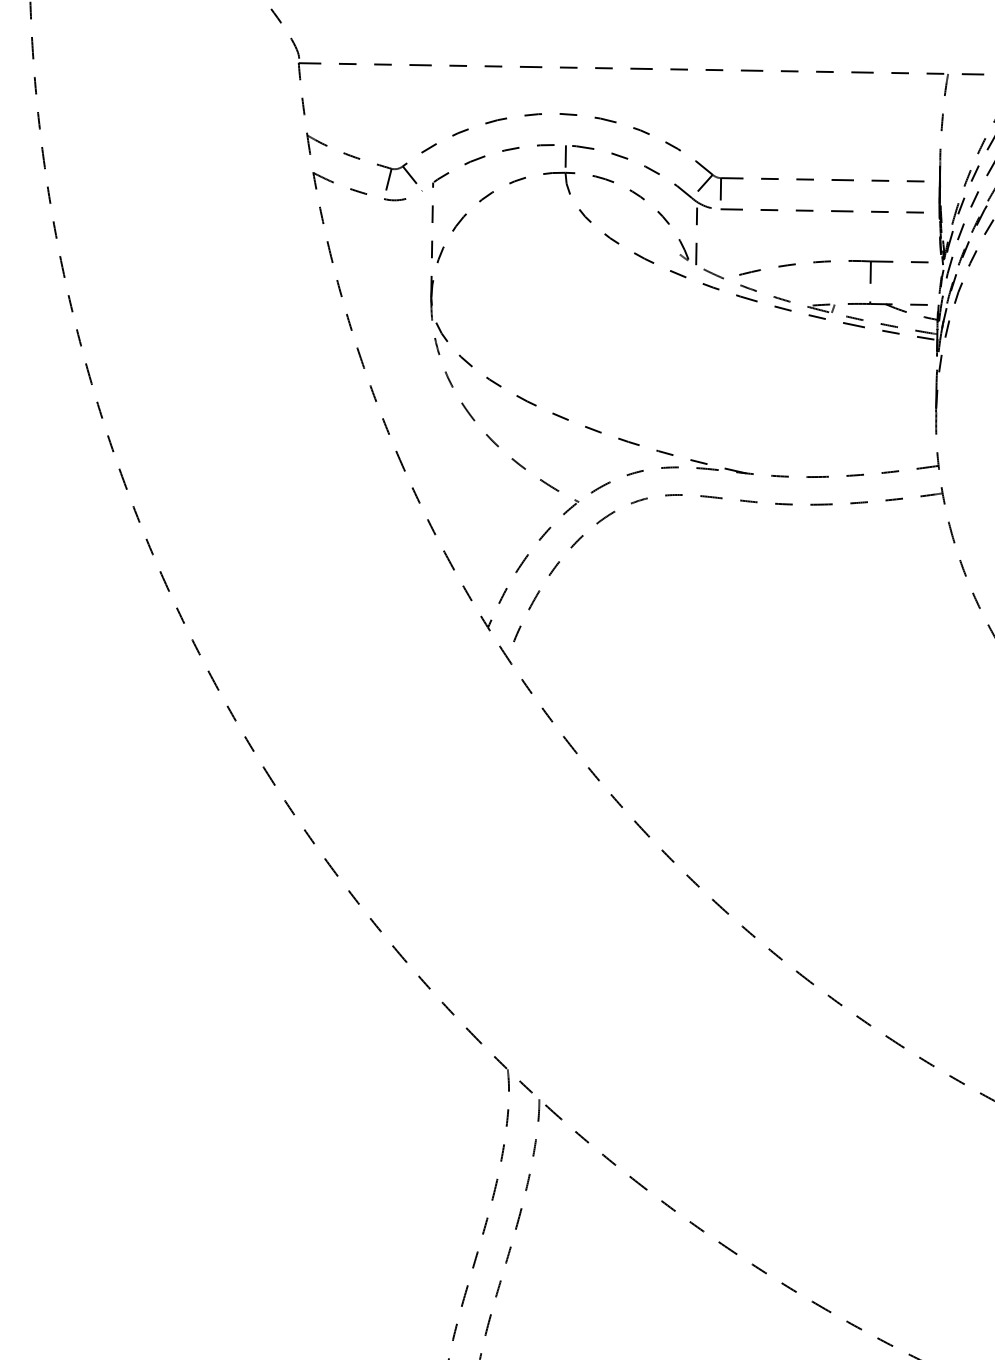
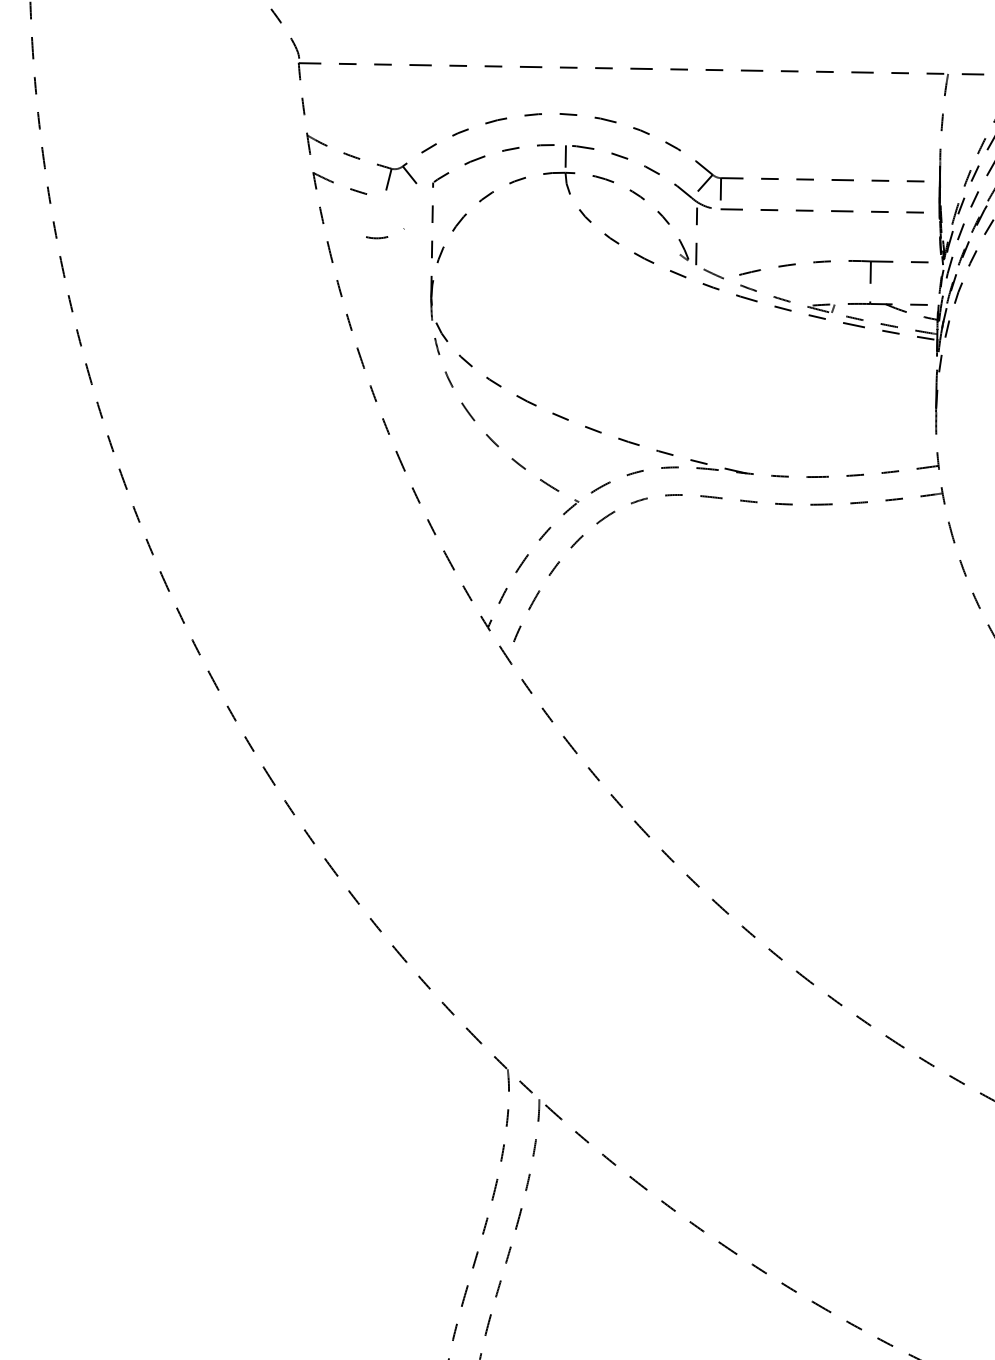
arc at (403, 198) position: (403, 198) -> (385, 236)
